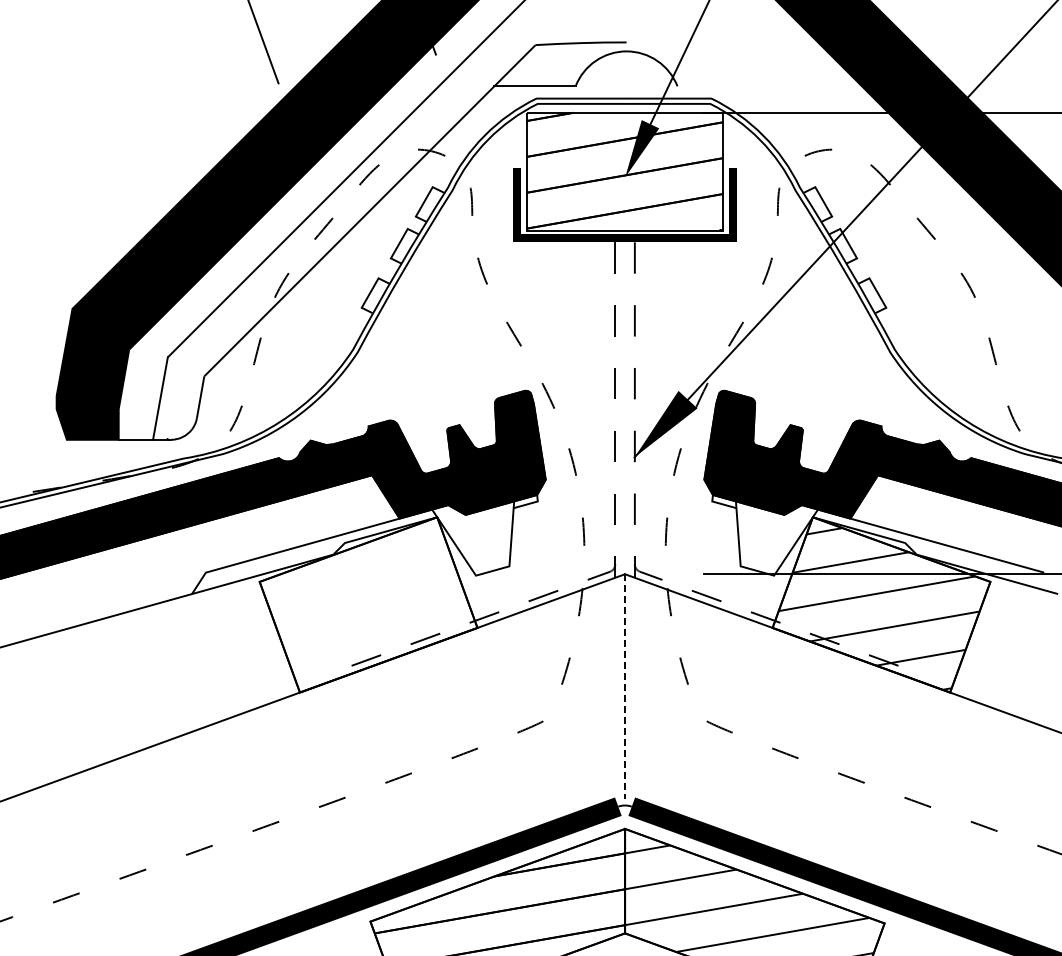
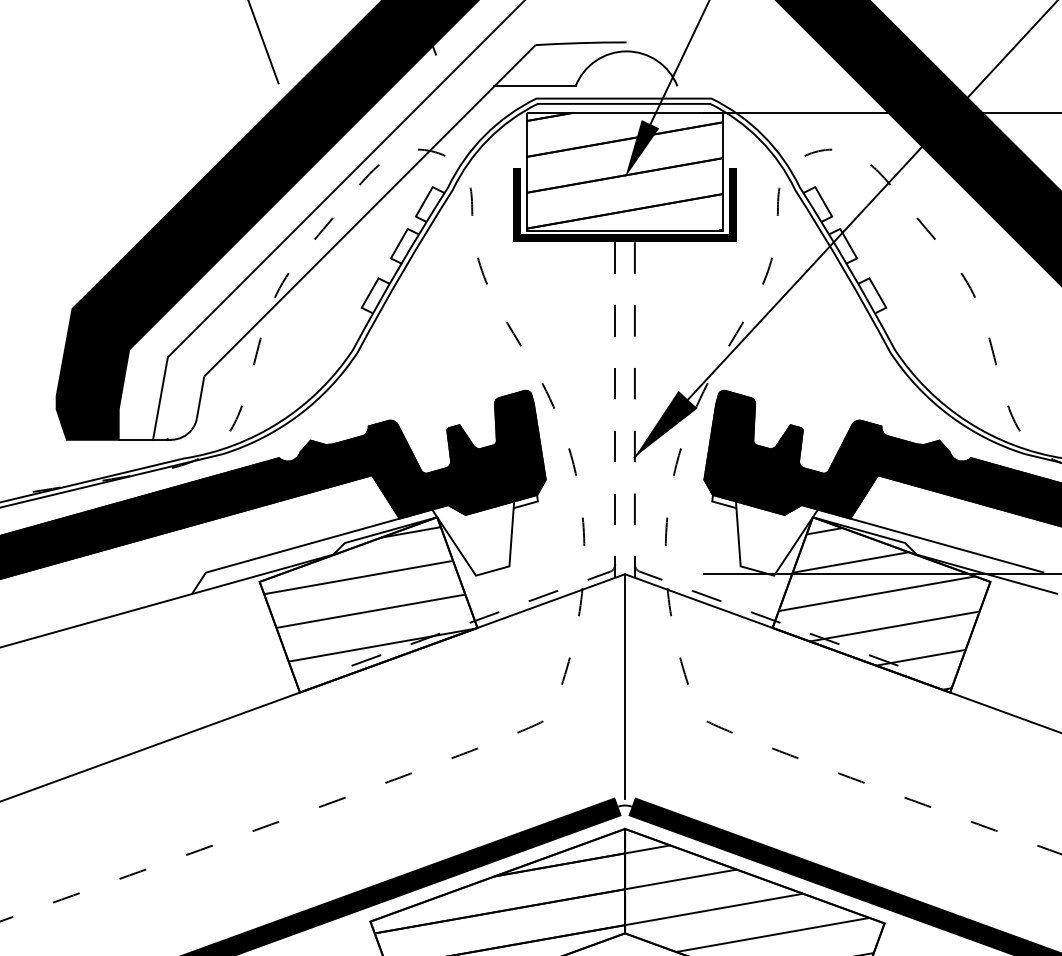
hatch at (369, 594): none -> present
line at (625, 687): dashed -> solid
